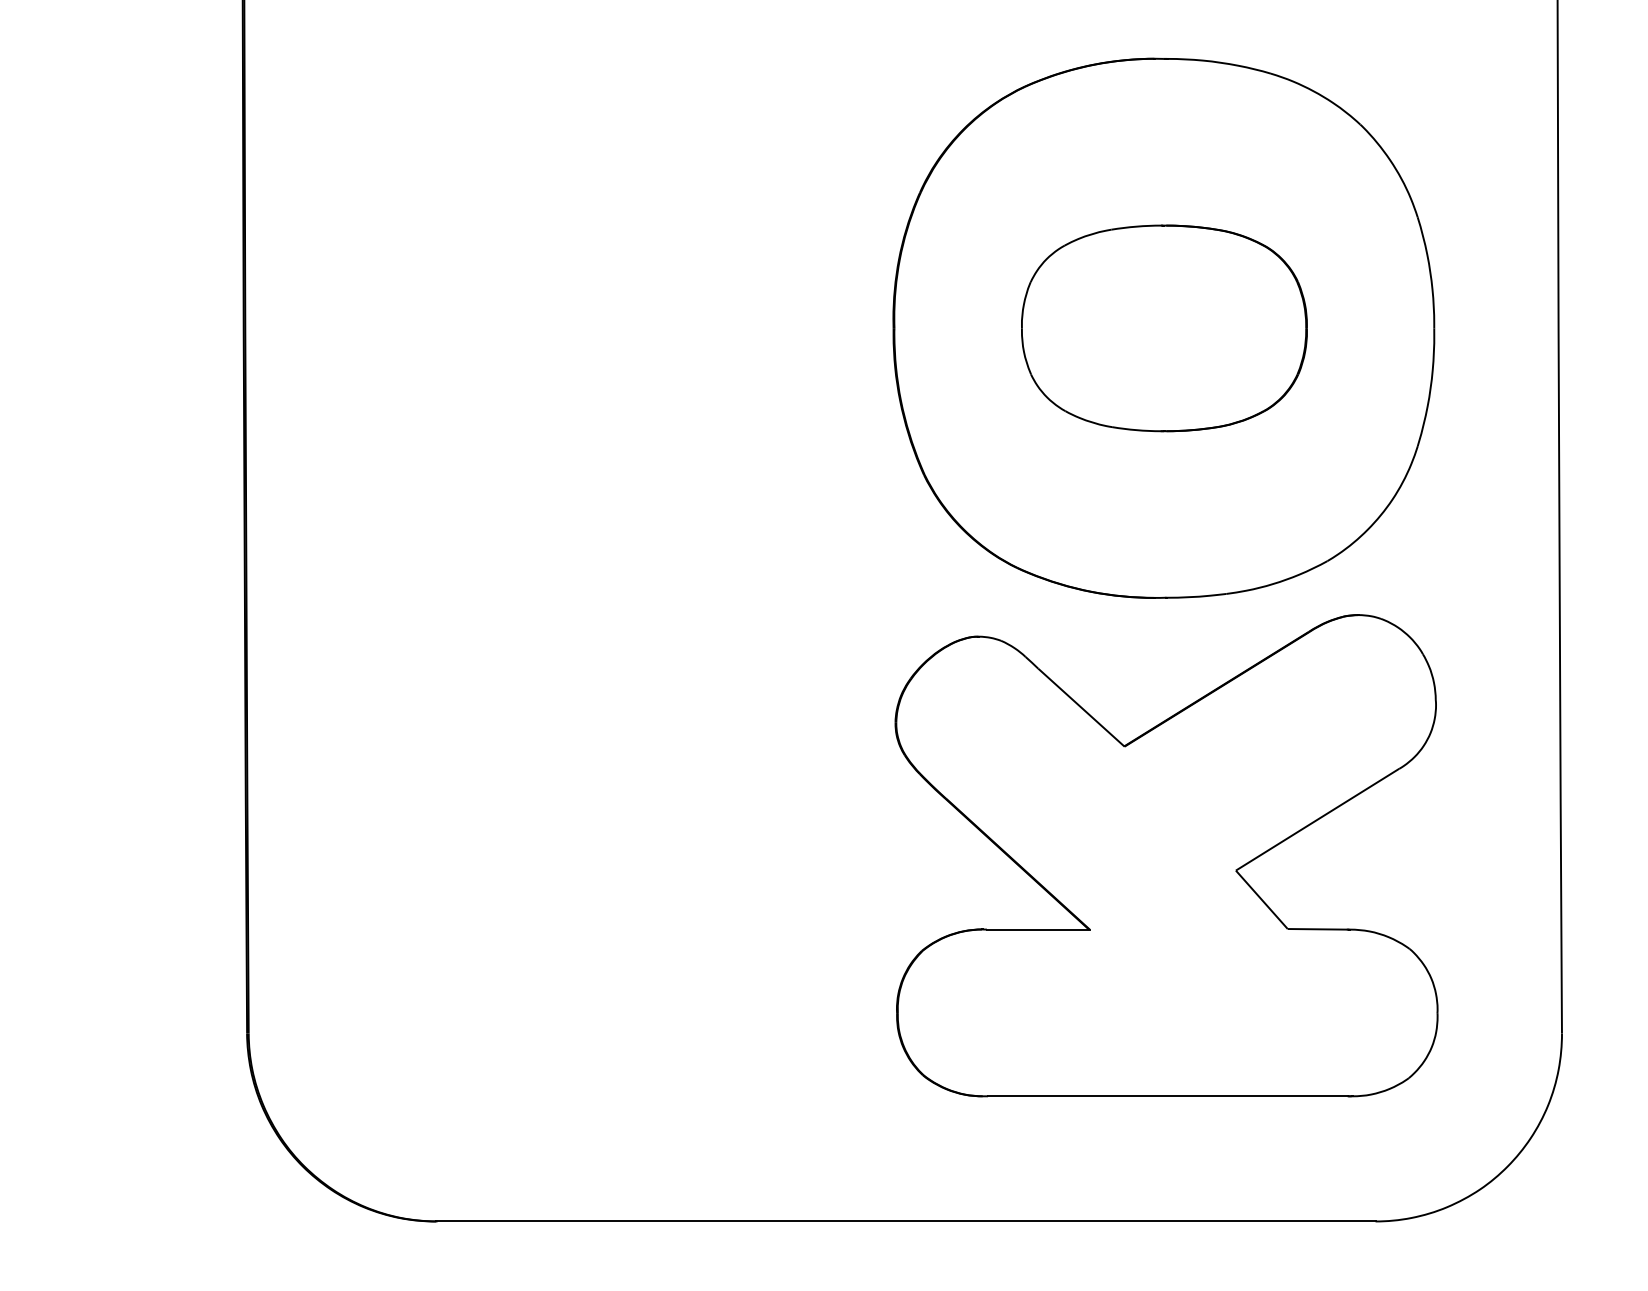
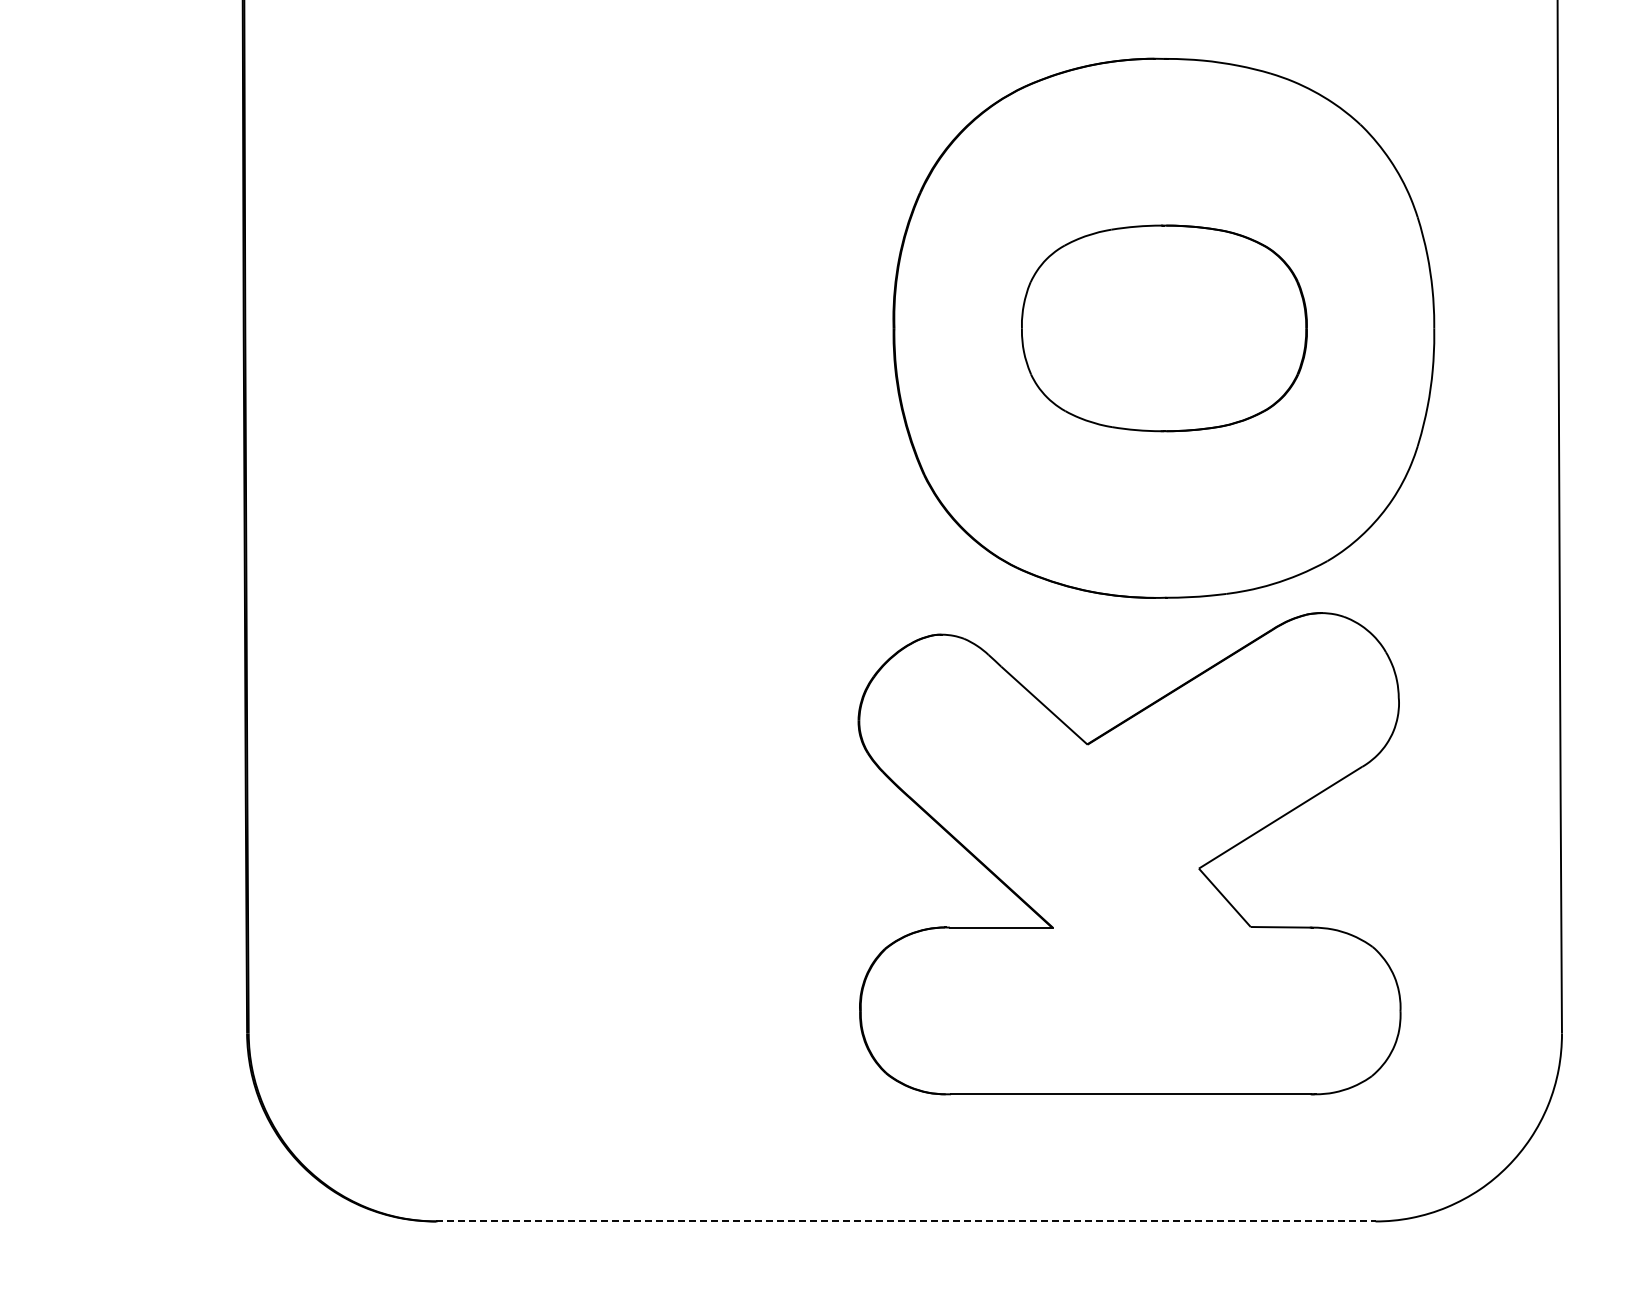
part at (1166, 855) position: (1166, 855) -> (1129, 853)
line at (905, 1221): solid -> dashed
